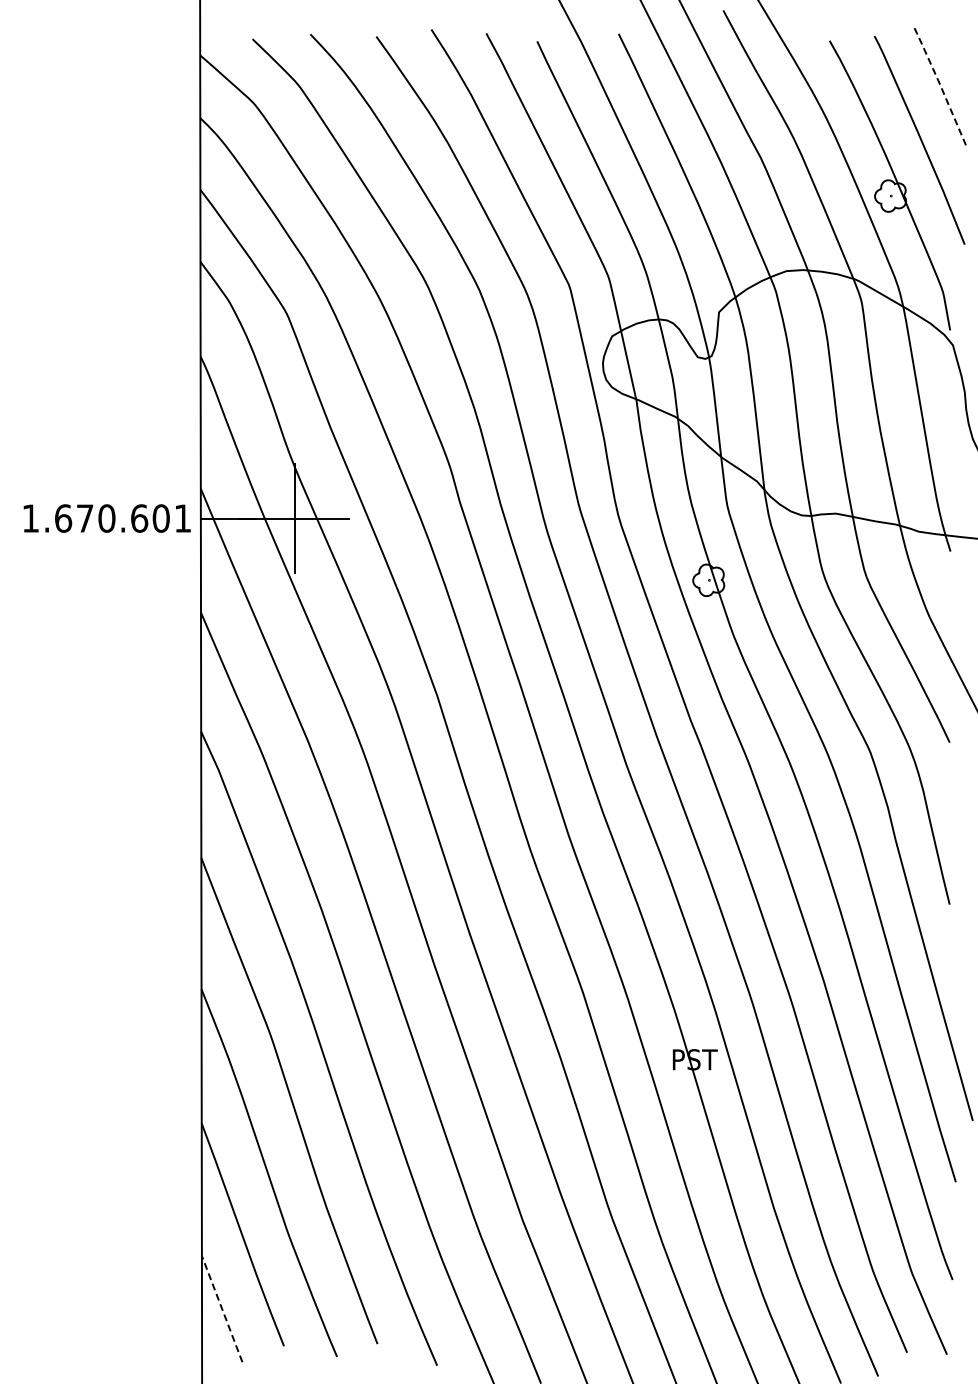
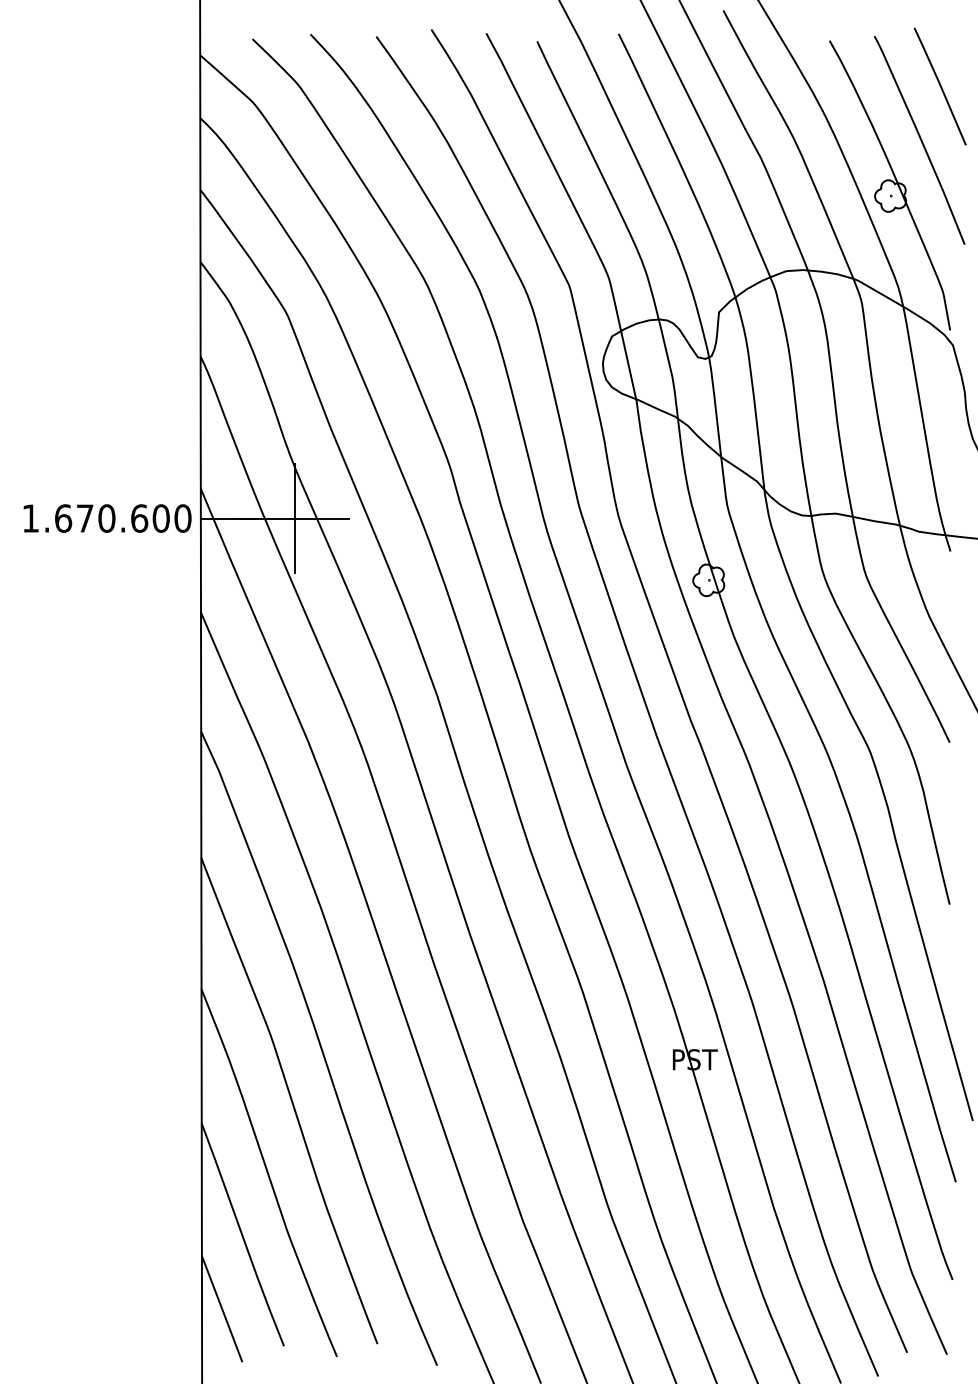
line at (940, 84): dashed -> solid
text at (182, 518): 1.670.601 -> 1.670.600
line at (222, 1309): dashed -> solid
